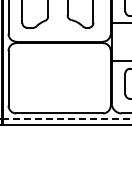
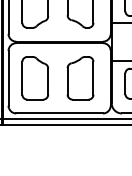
part at (35, 78): none -> present
part at (80, 78): none -> present
line at (66, 119): dashed -> solid
